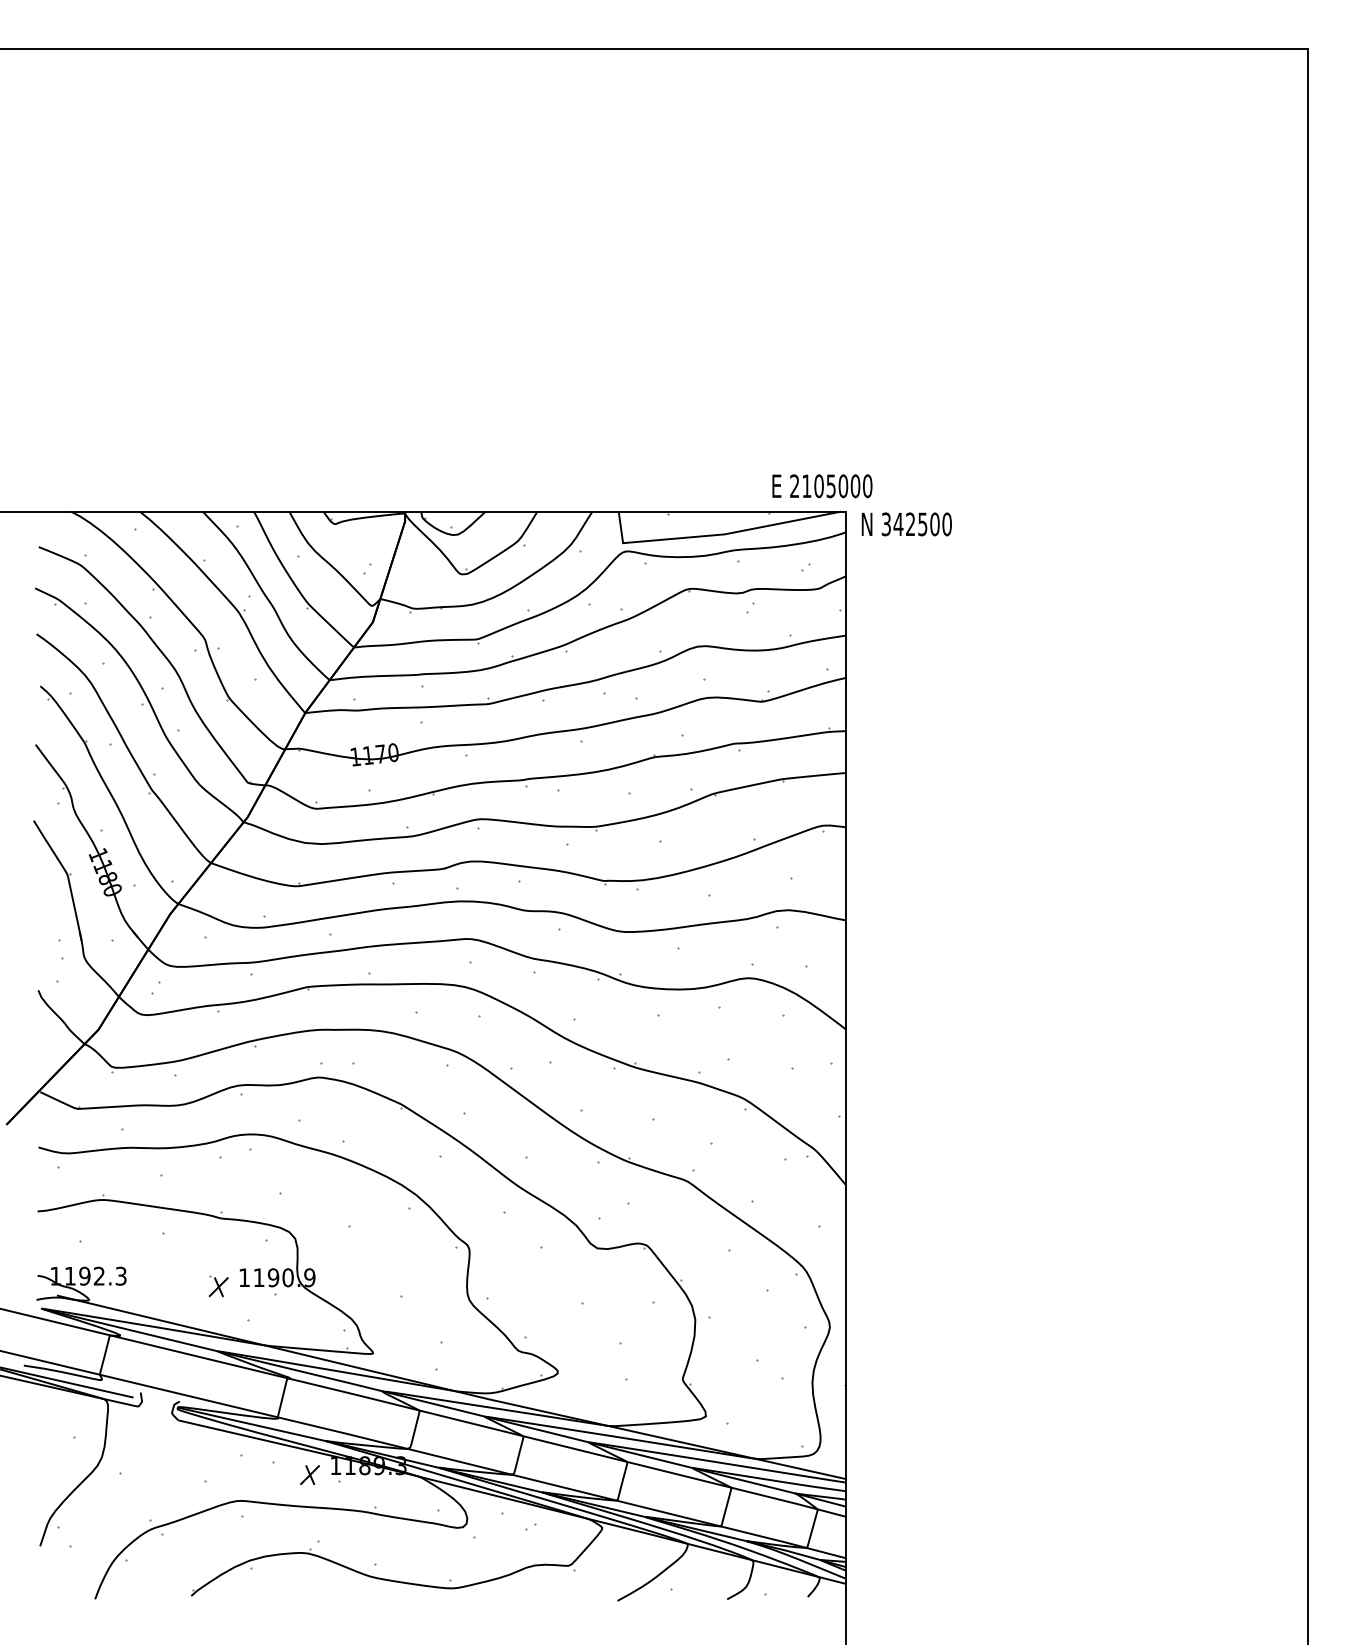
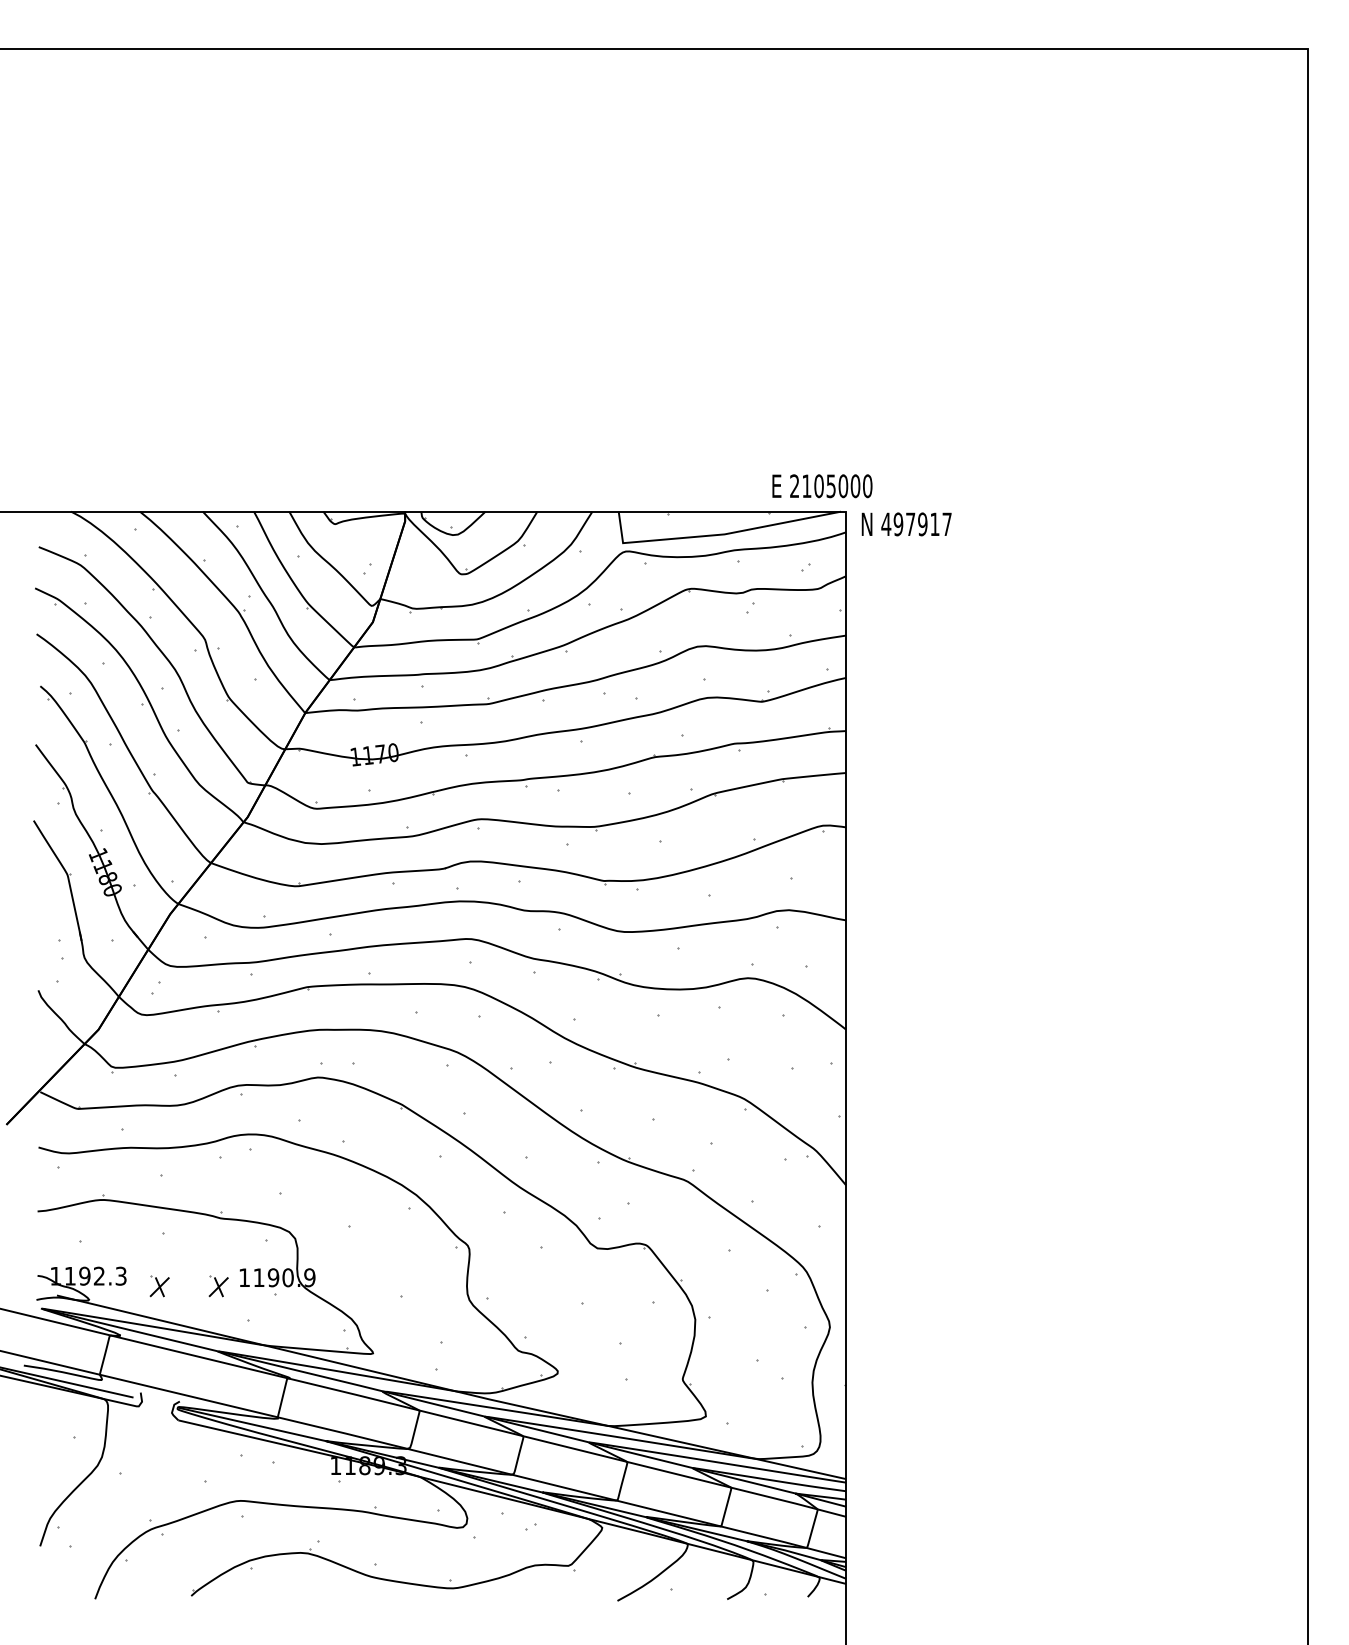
text at (916, 524): 342500 -> 497917
part at (159, 1286): none -> present
part at (309, 1474): present -> none
